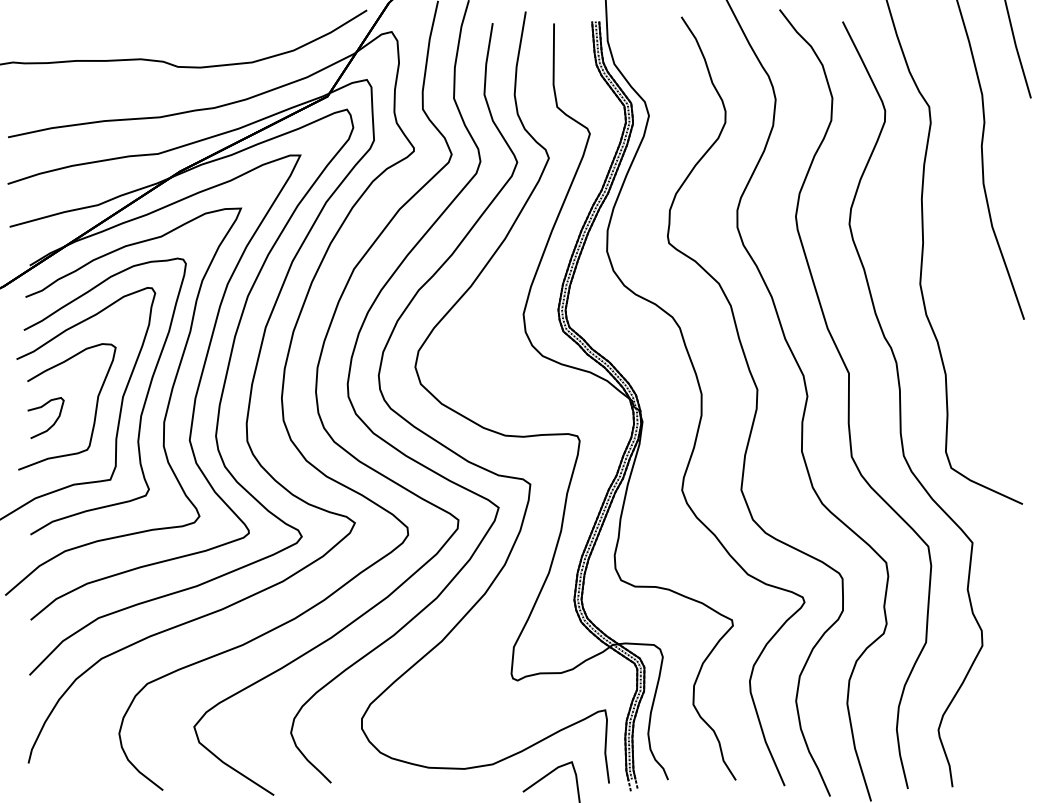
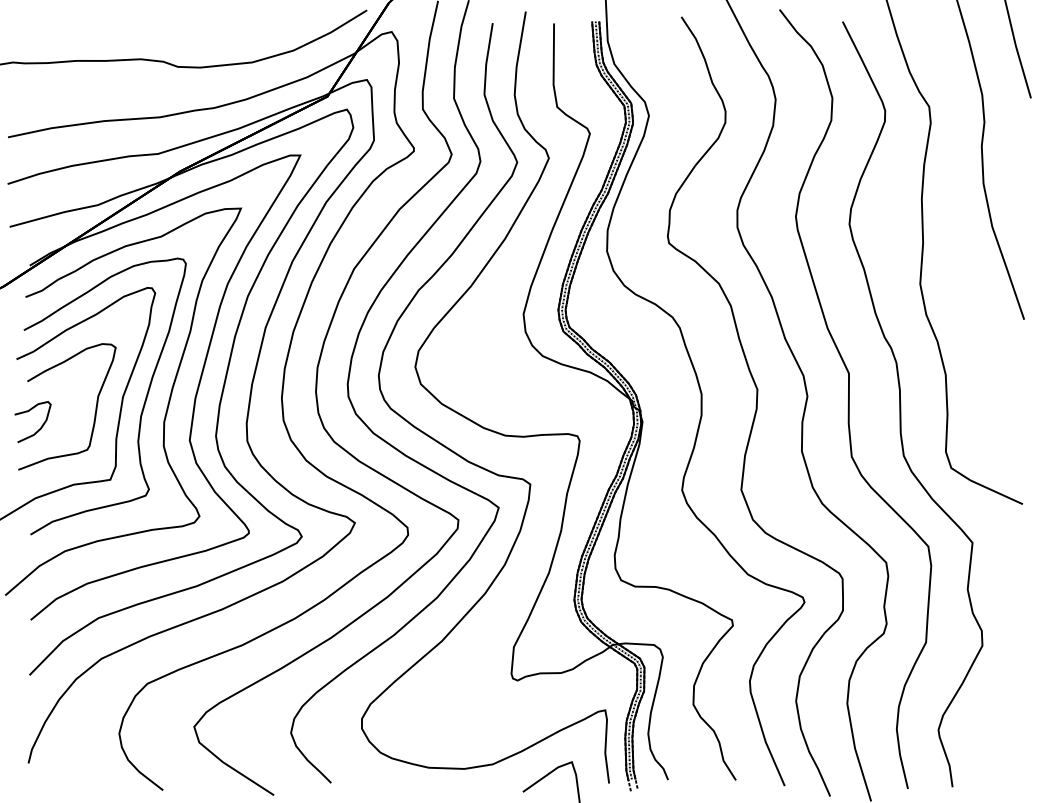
curve at (52, 424) position: (52, 424) -> (39, 428)
